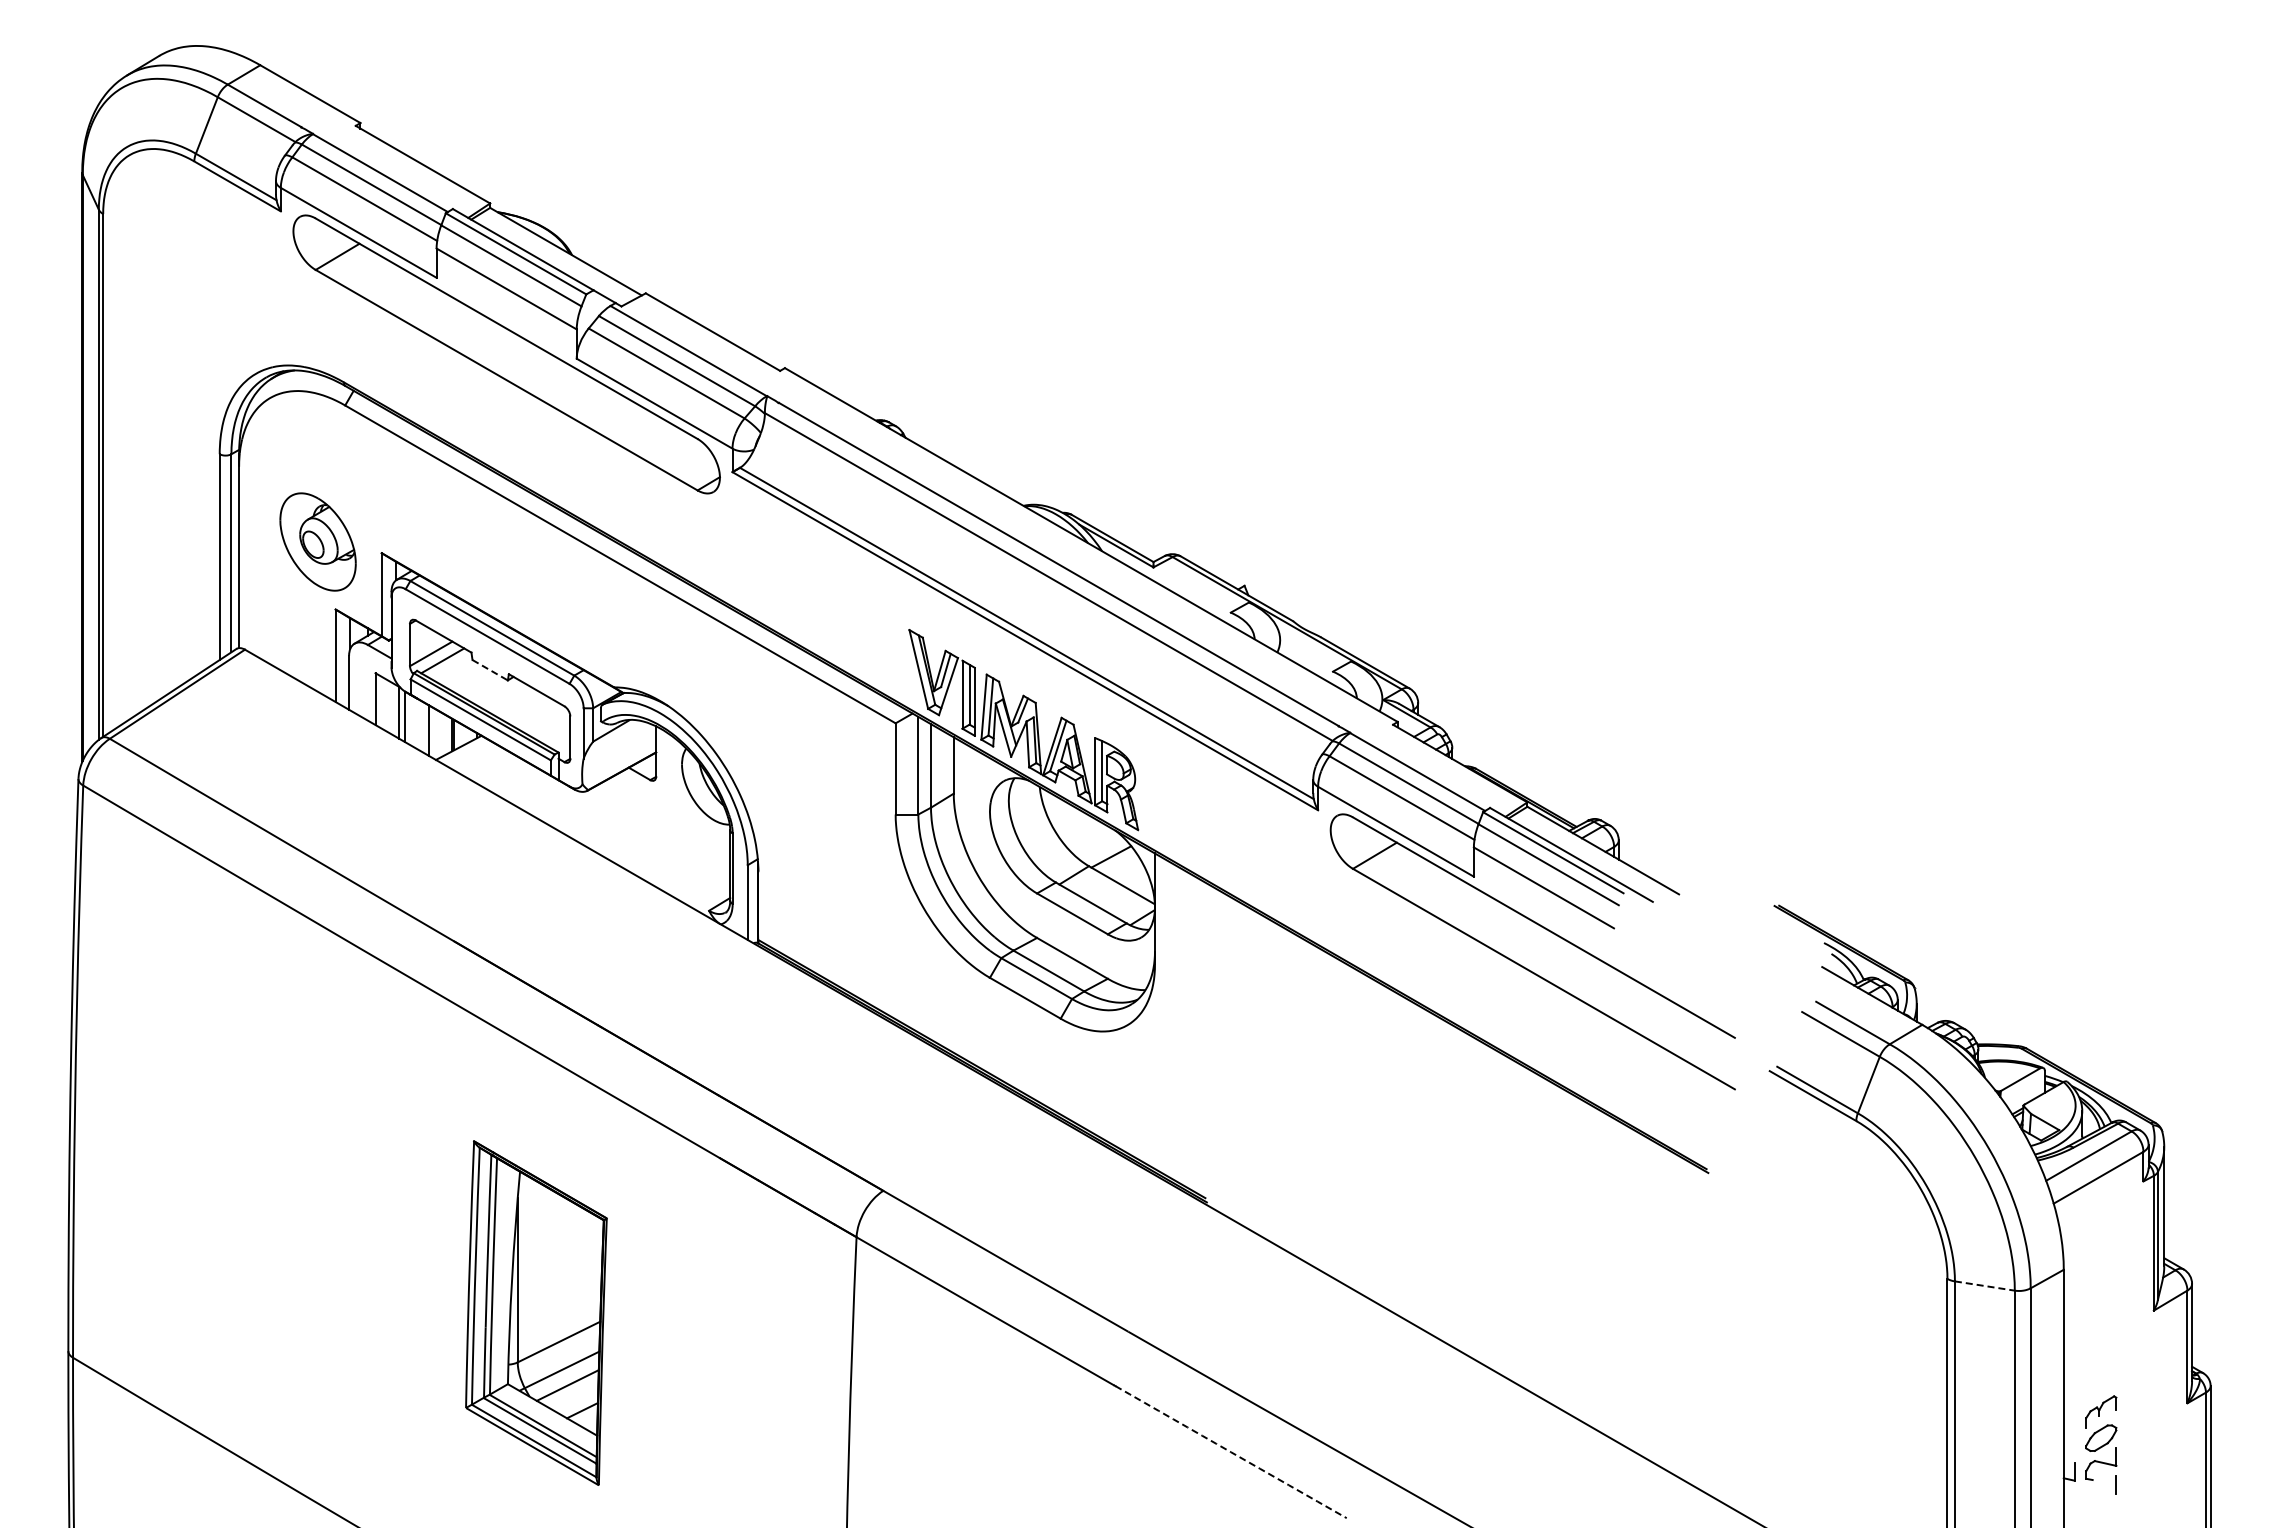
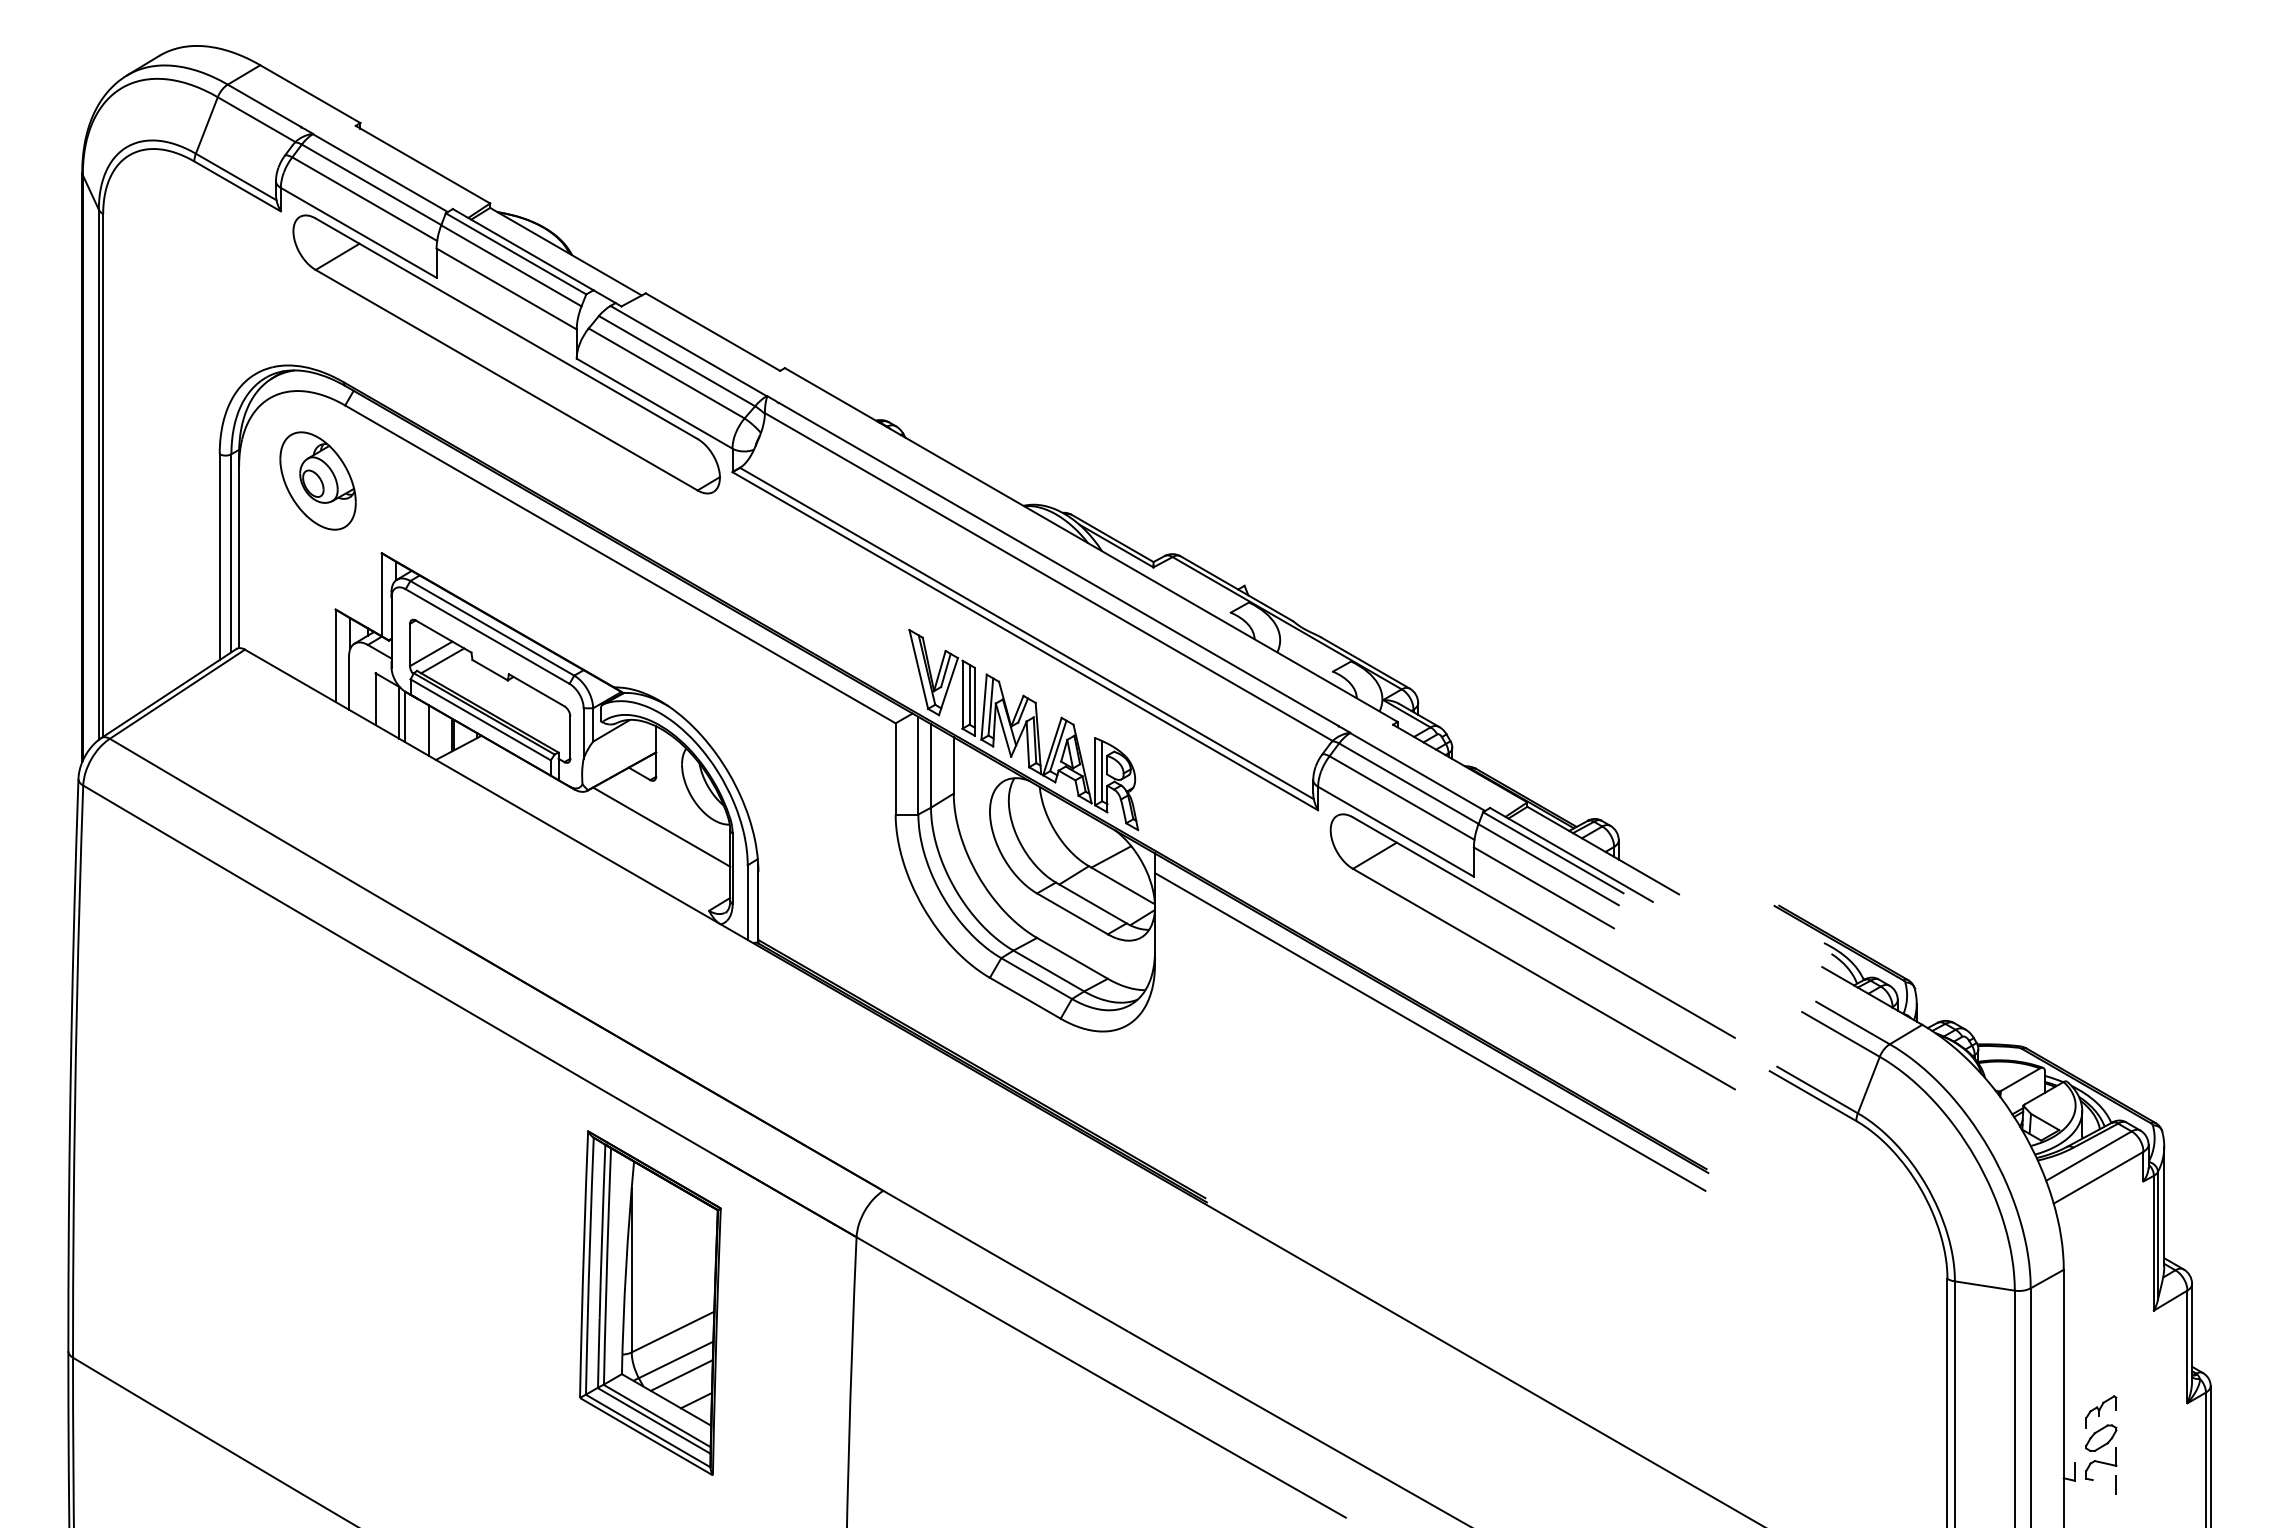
part at (317, 541) position: (317, 541) -> (317, 480)
line at (490, 670): dashed -> solid
line at (661, 826): none -> present
line at (1429, 1031): none -> present
line at (1985, 1286): dashed -> solid
part at (536, 1312) position: (536, 1312) -> (650, 1302)
arc at (1231, 1452): dashed -> solid
